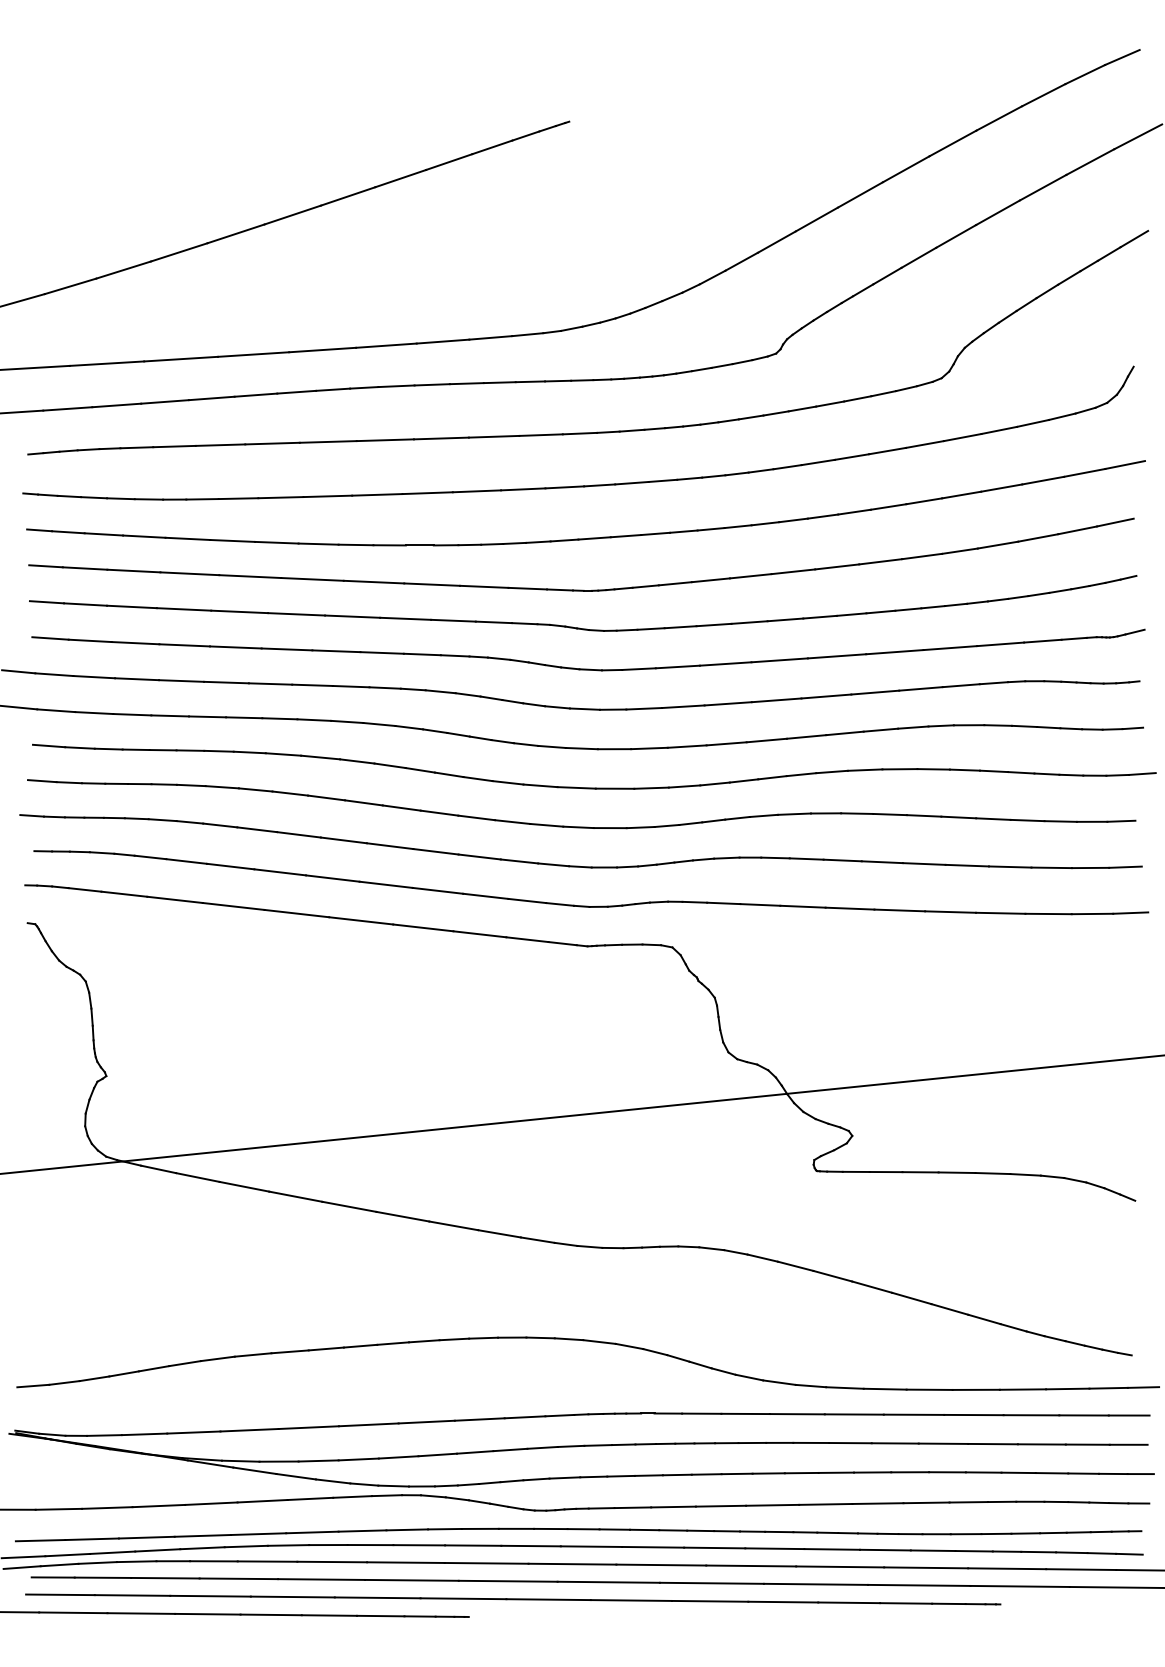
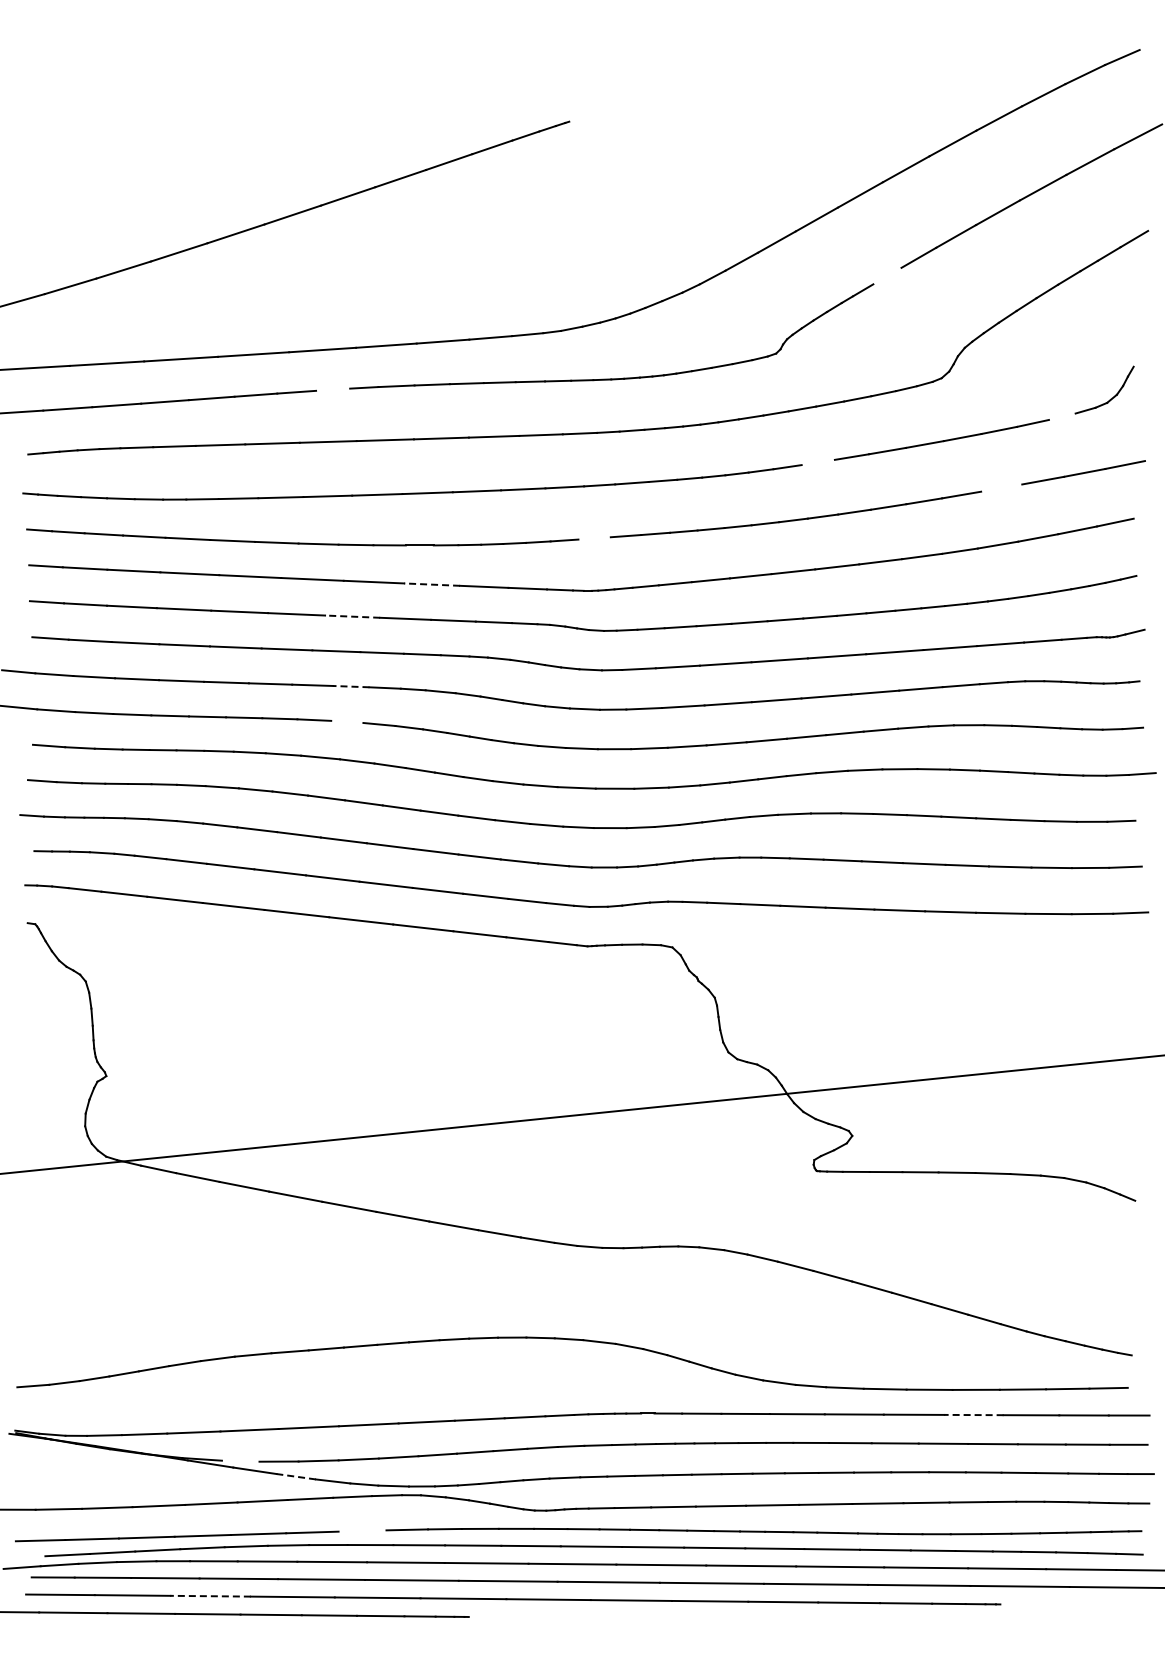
line at (887, 275): present -> none
line at (333, 389): present -> none
line at (1061, 416): present -> none
line at (817, 462): present -> none
line at (1001, 487): present -> none
line at (594, 538): present -> none
line at (432, 584): solid -> dashed
line at (352, 616): solid -> dashed
line at (350, 686): solid -> dashed
line at (347, 721): present -> none
line at (1143, 1387): present -> none
line at (973, 1415): solid -> dashed
line at (240, 1460): present -> none
line at (296, 1476): solid -> dashed
line at (362, 1530): present -> none
line at (23, 1557): present -> none
line at (210, 1596): solid -> dashed
